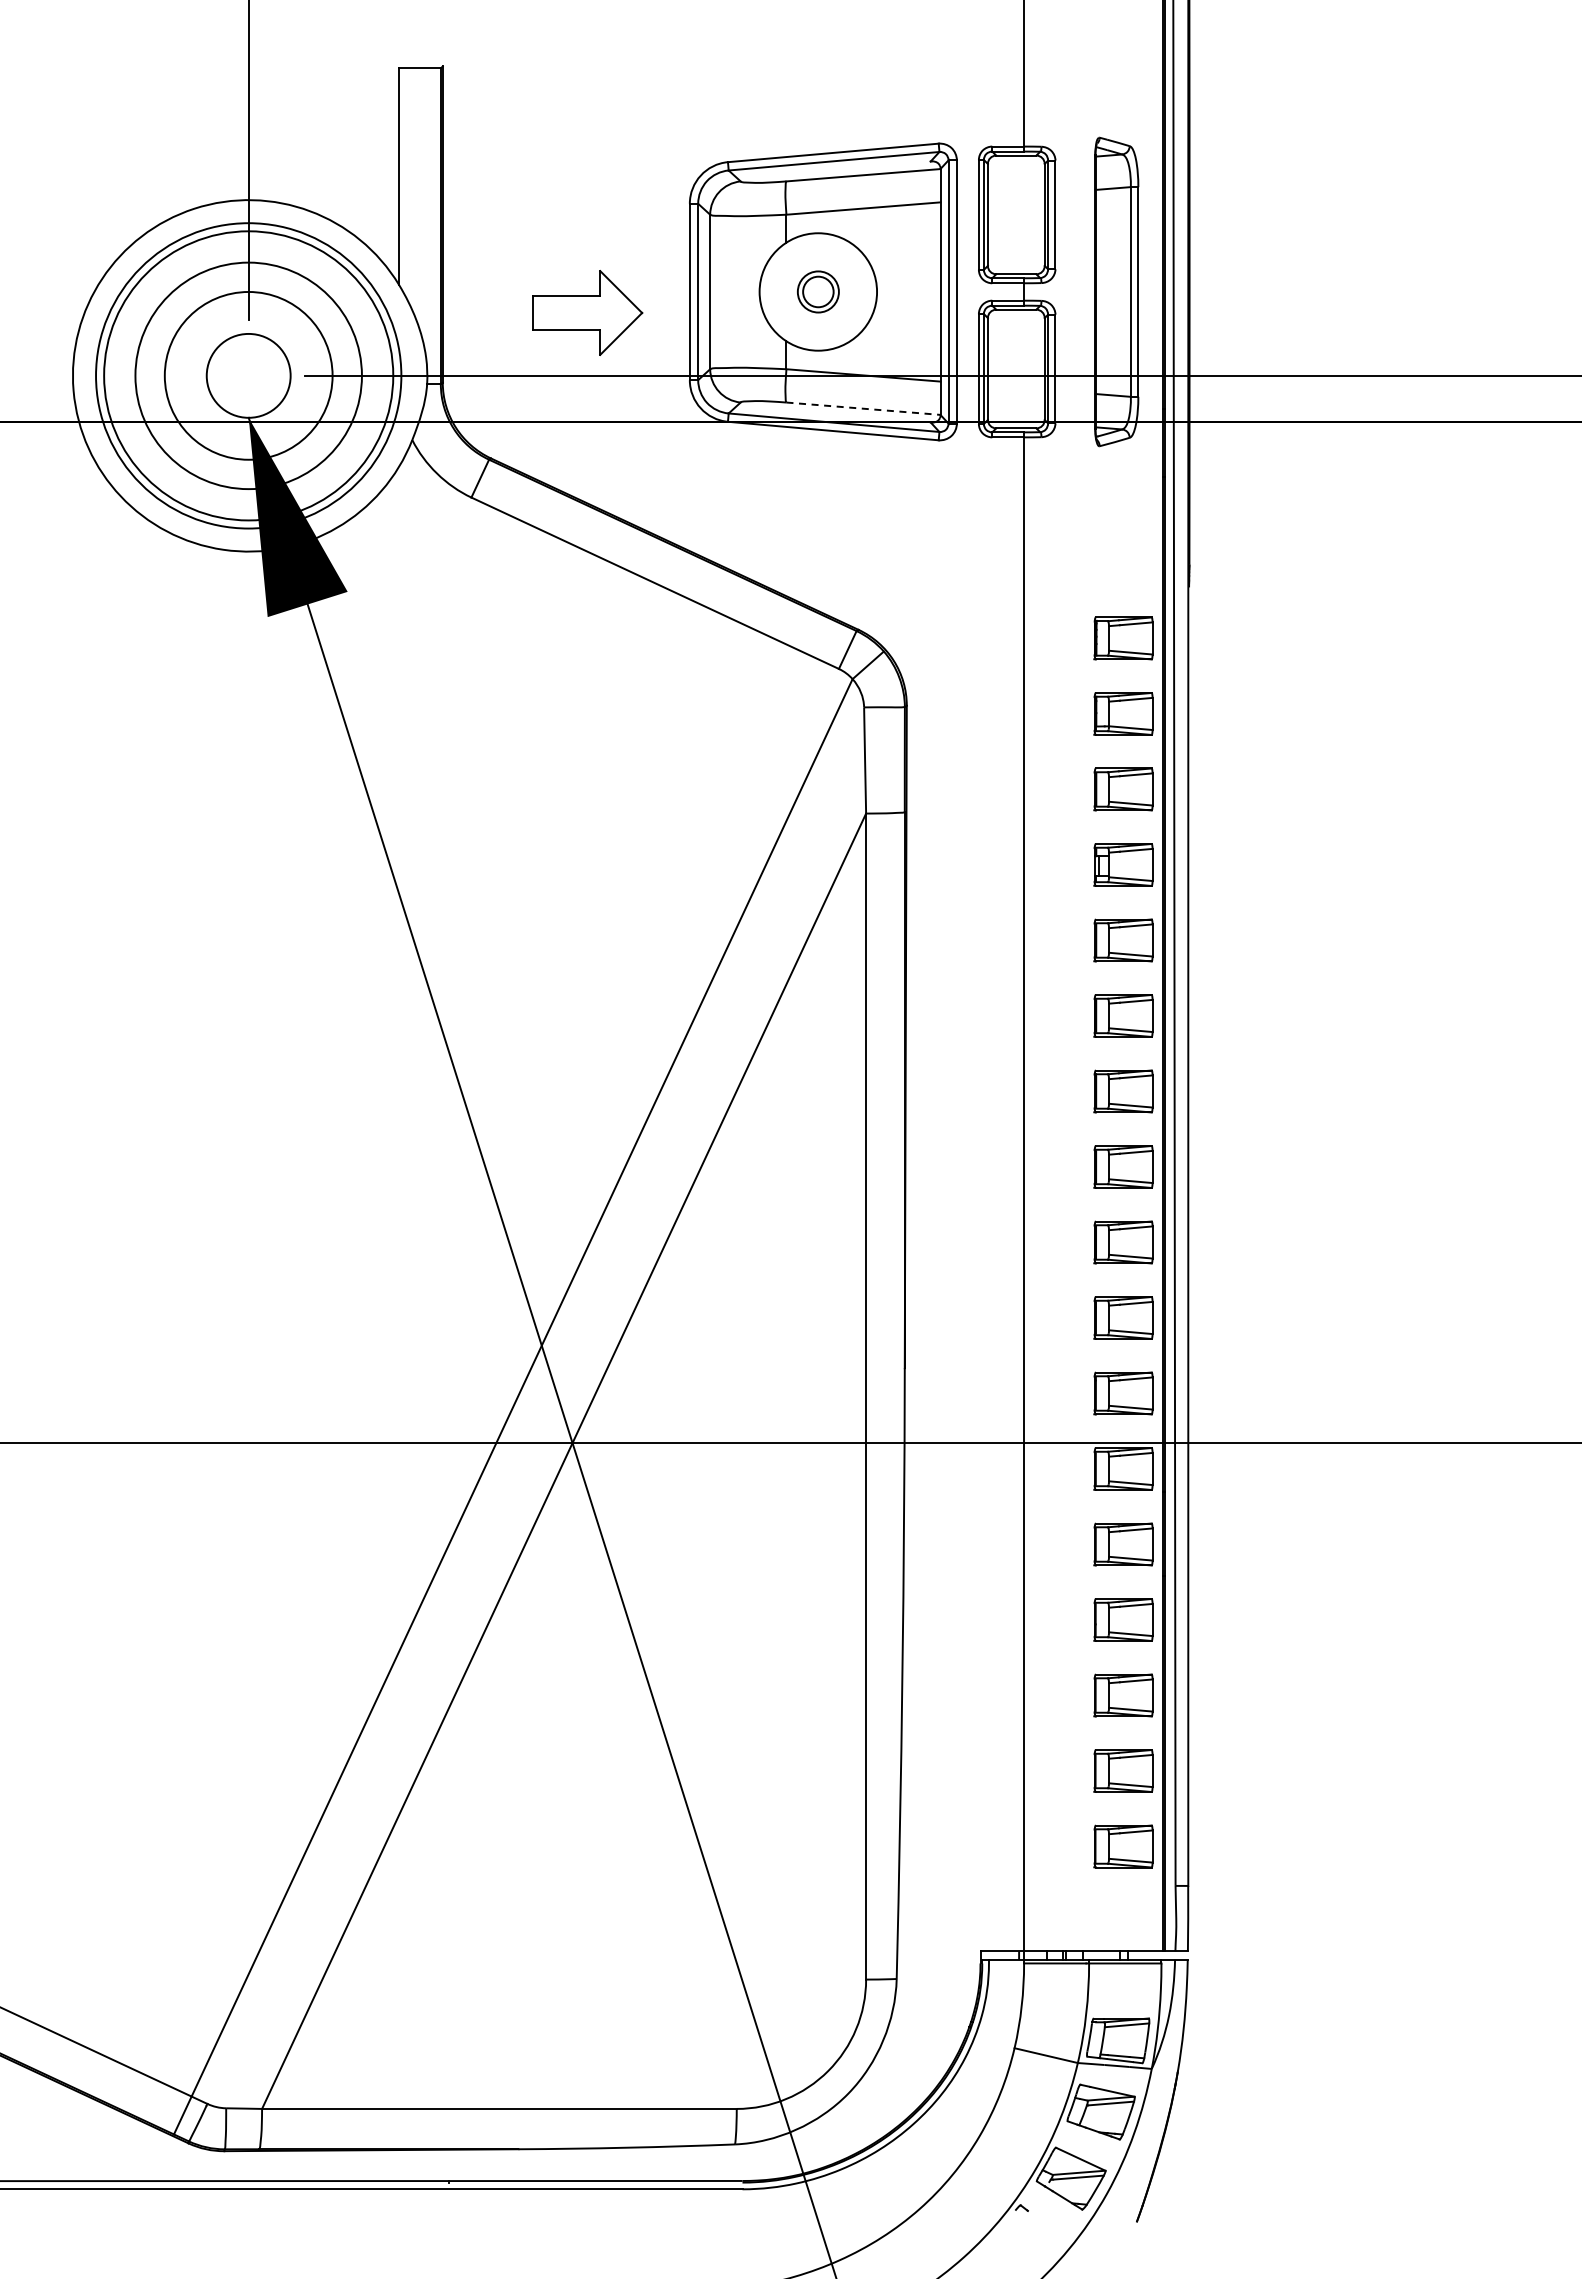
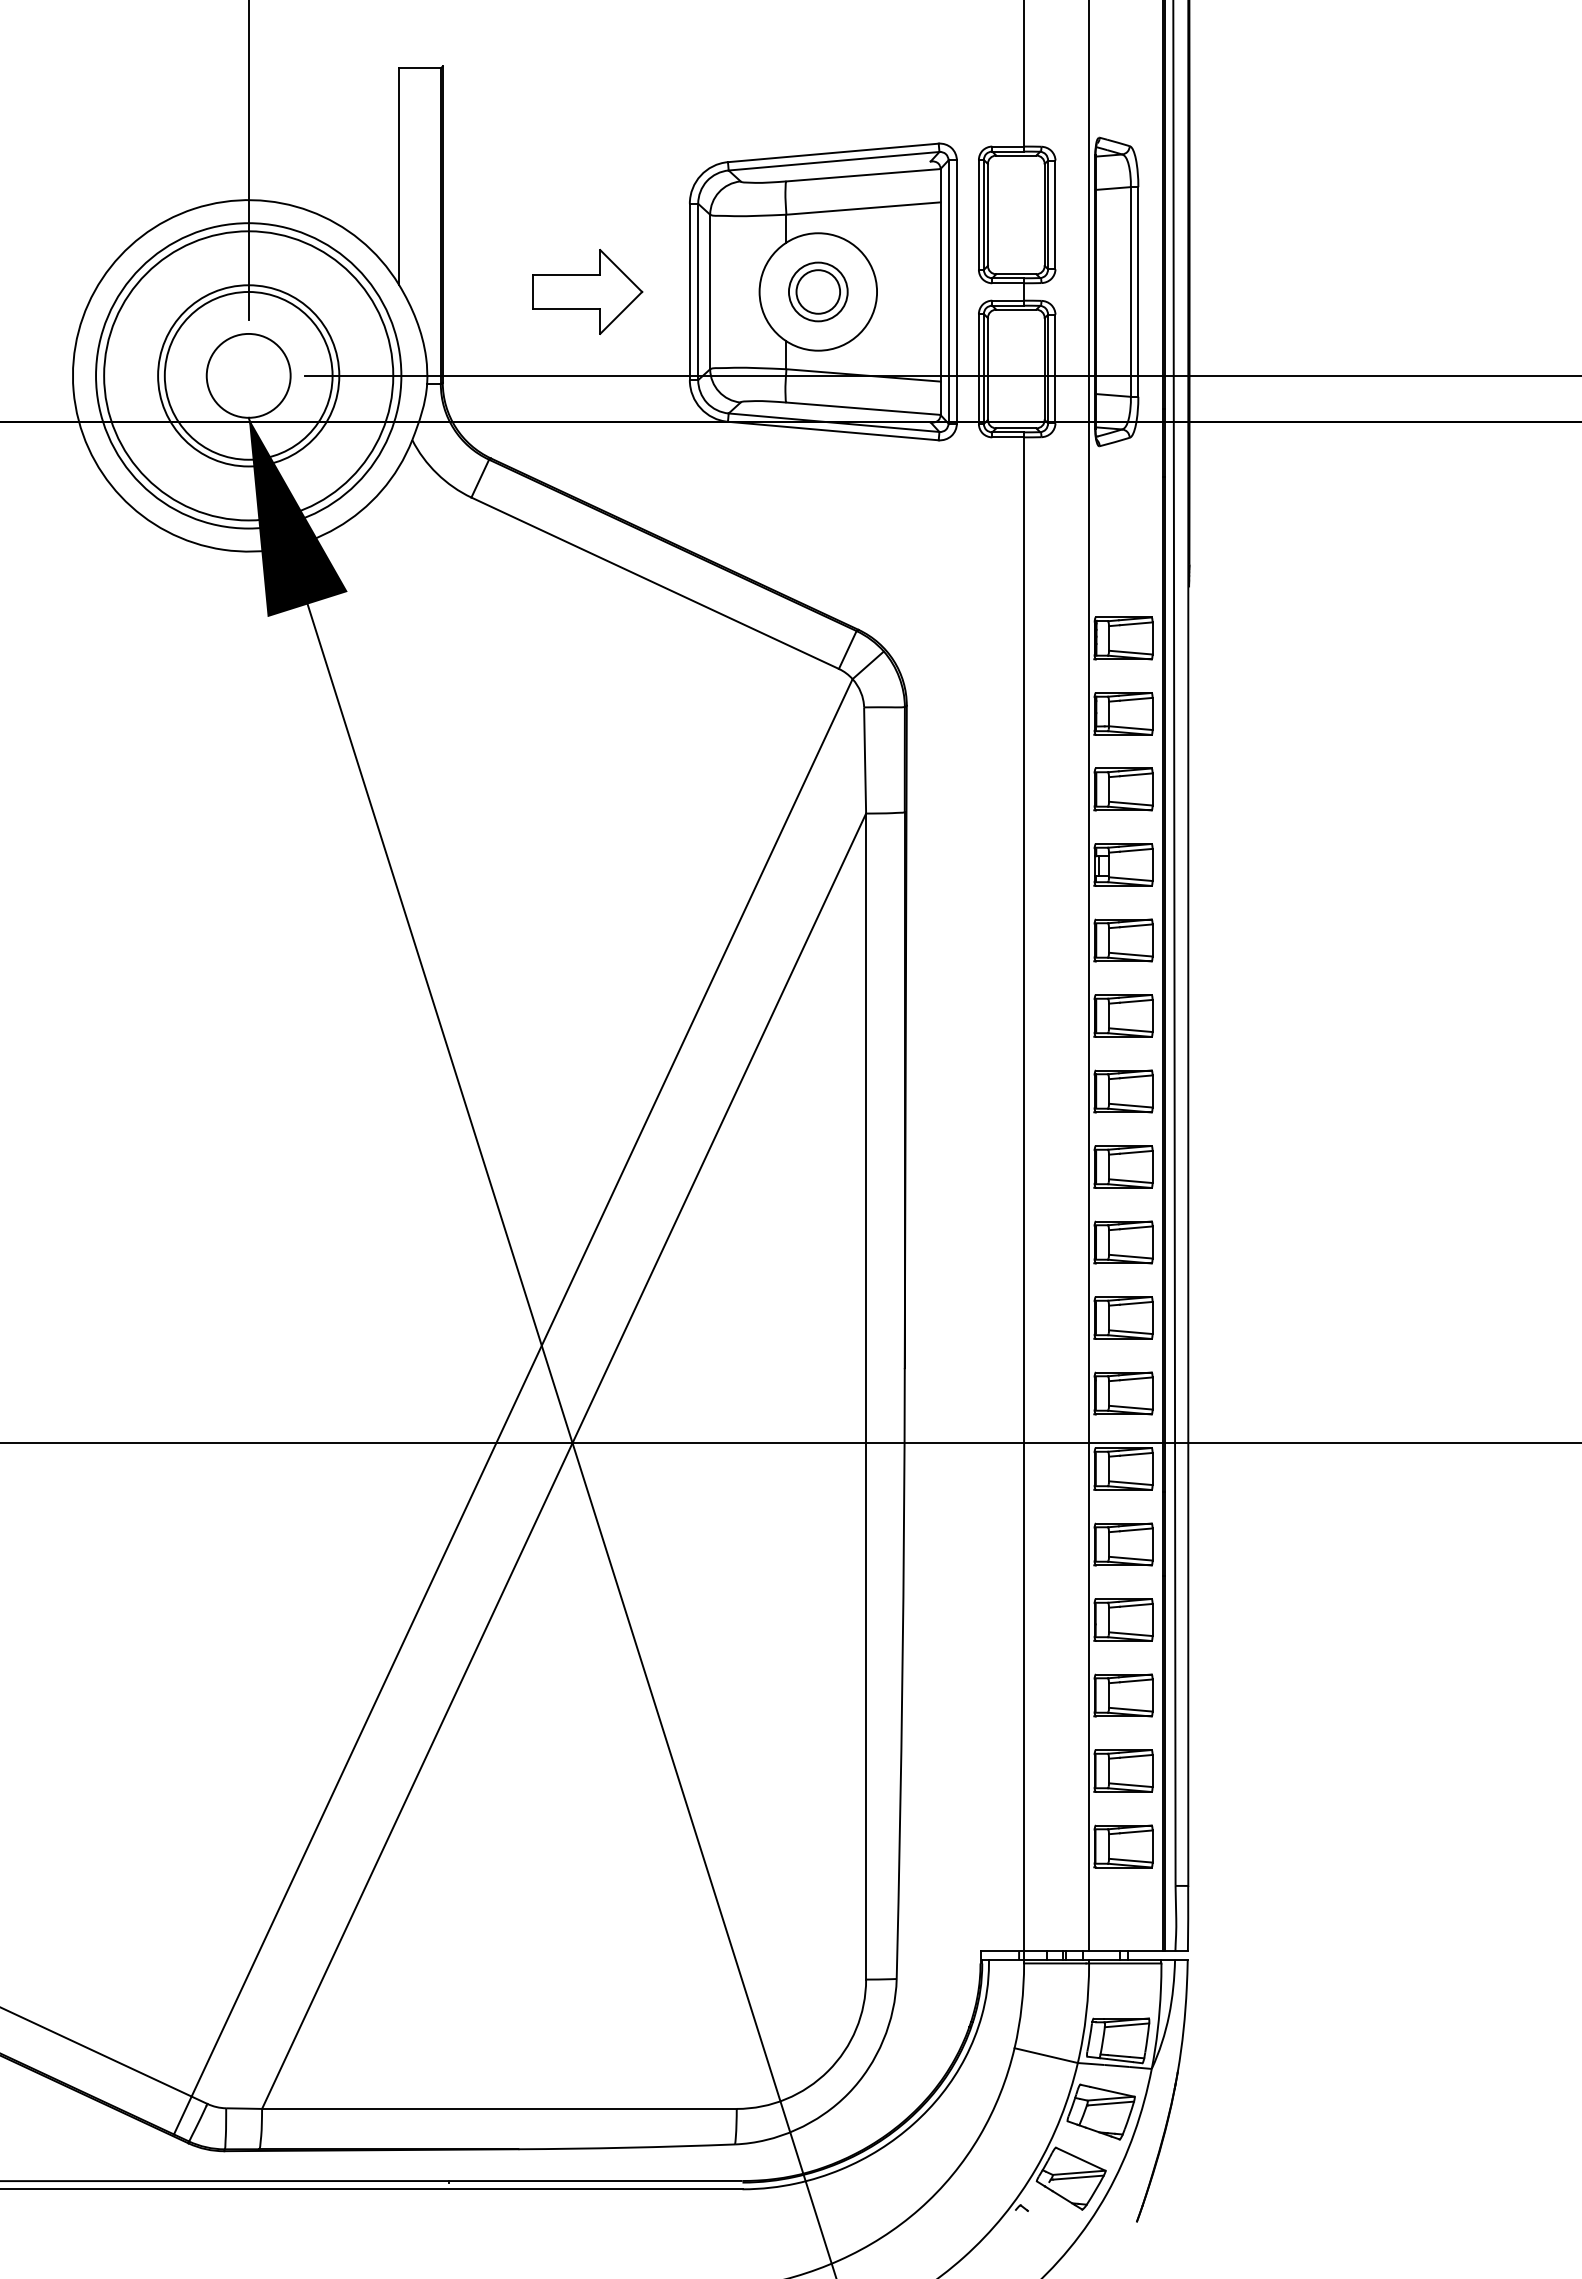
part at (818, 291) size: 43x44 px -> 61x62 px
part at (587, 312) position: (587, 312) -> (587, 291)
circle at (248, 375) diameter: 227 px -> 181 px
line at (864, 408): dashed -> solid
line at (1089, 976): none -> present
